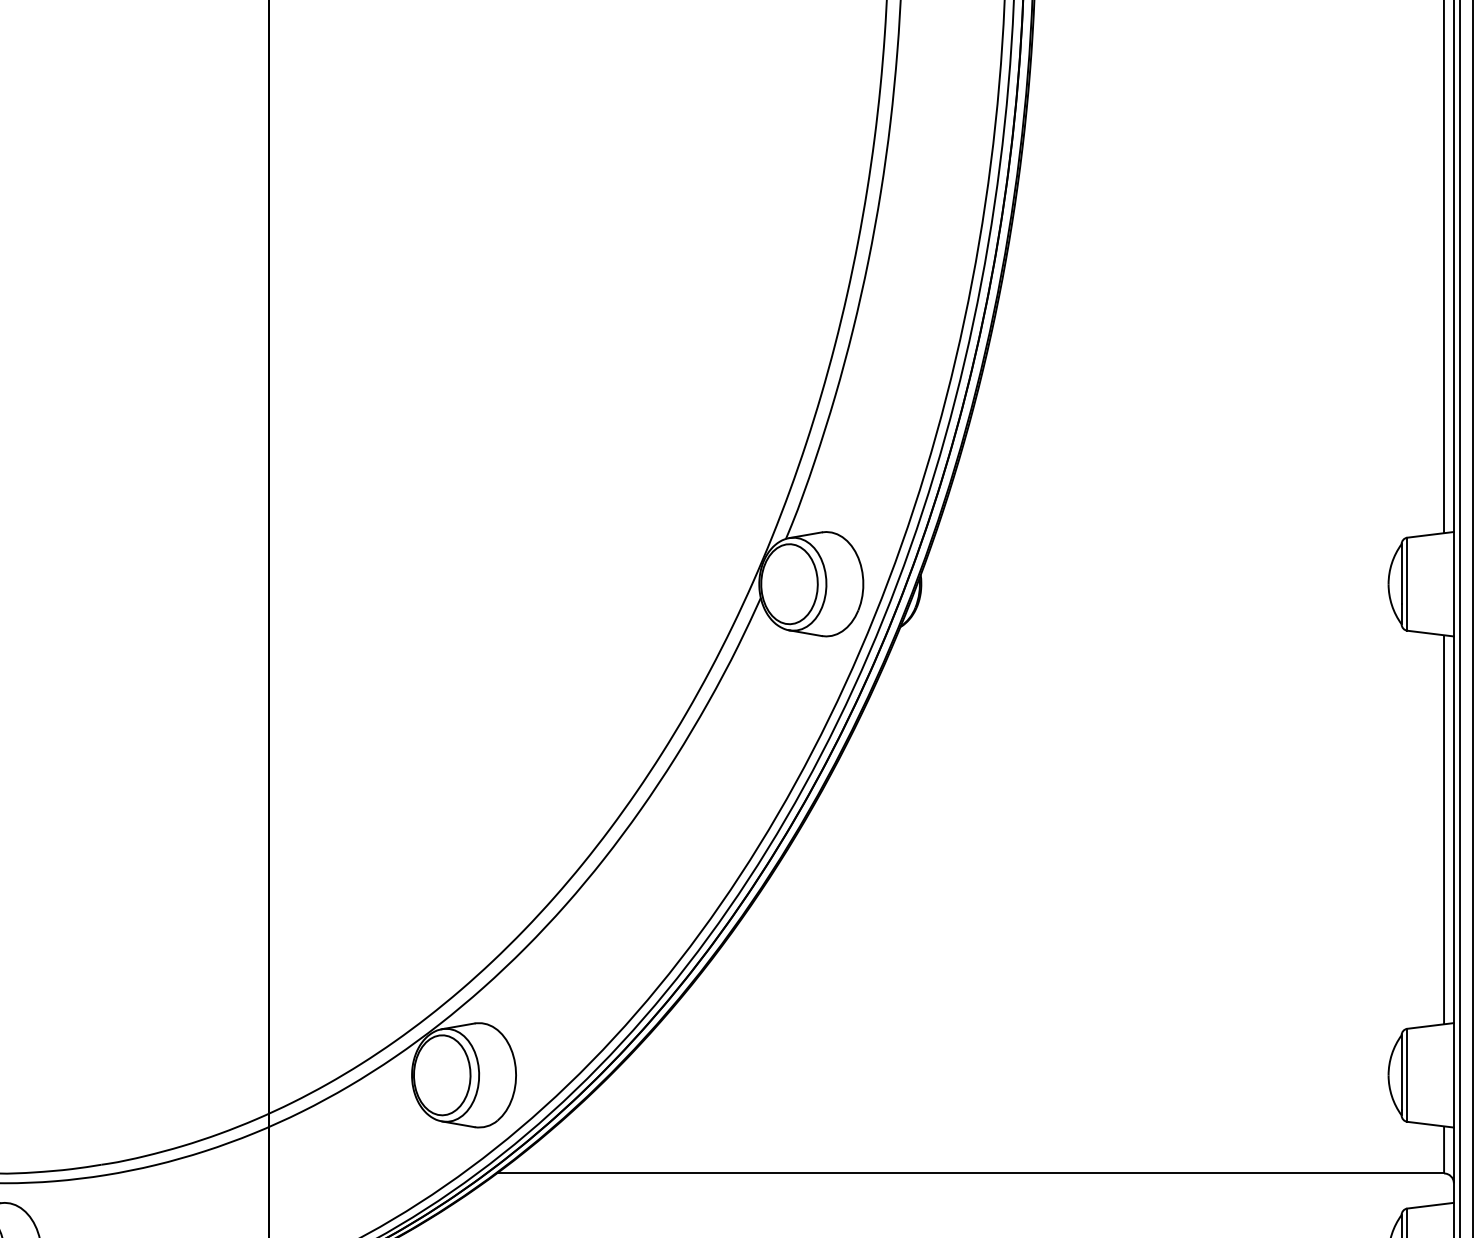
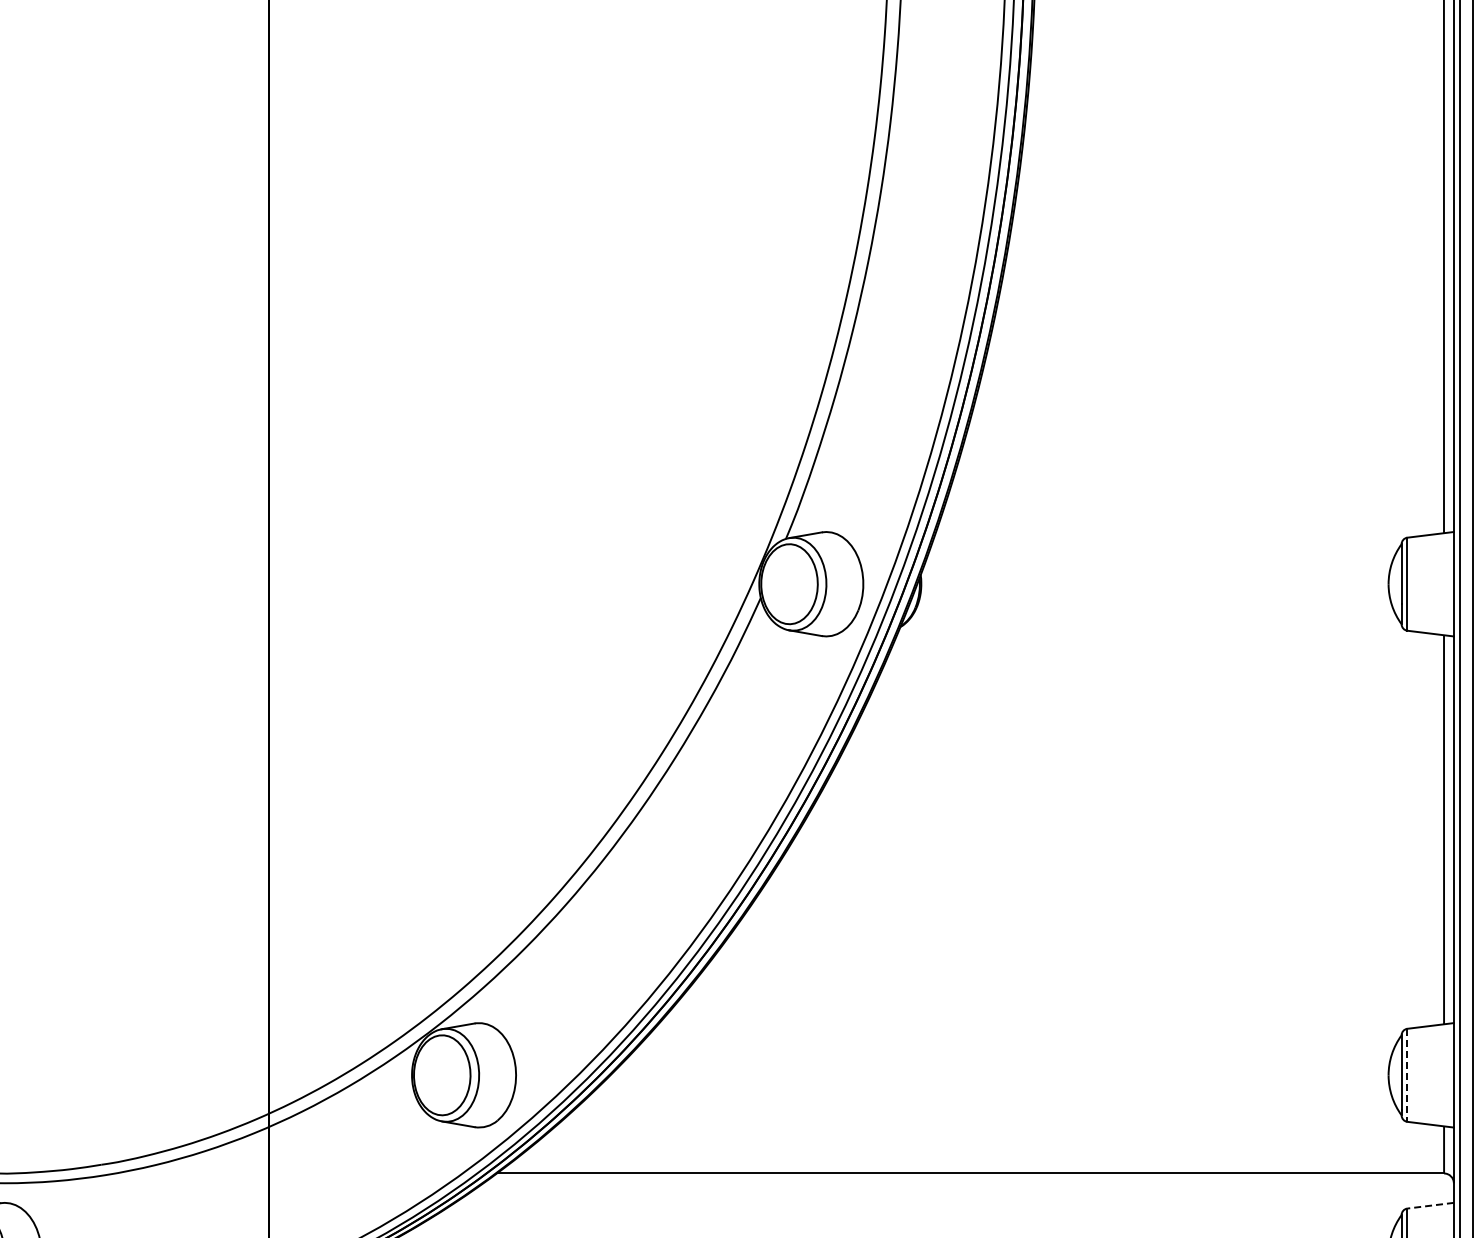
line at (1407, 1075): solid -> dashed
line at (1430, 1205): solid -> dashed
